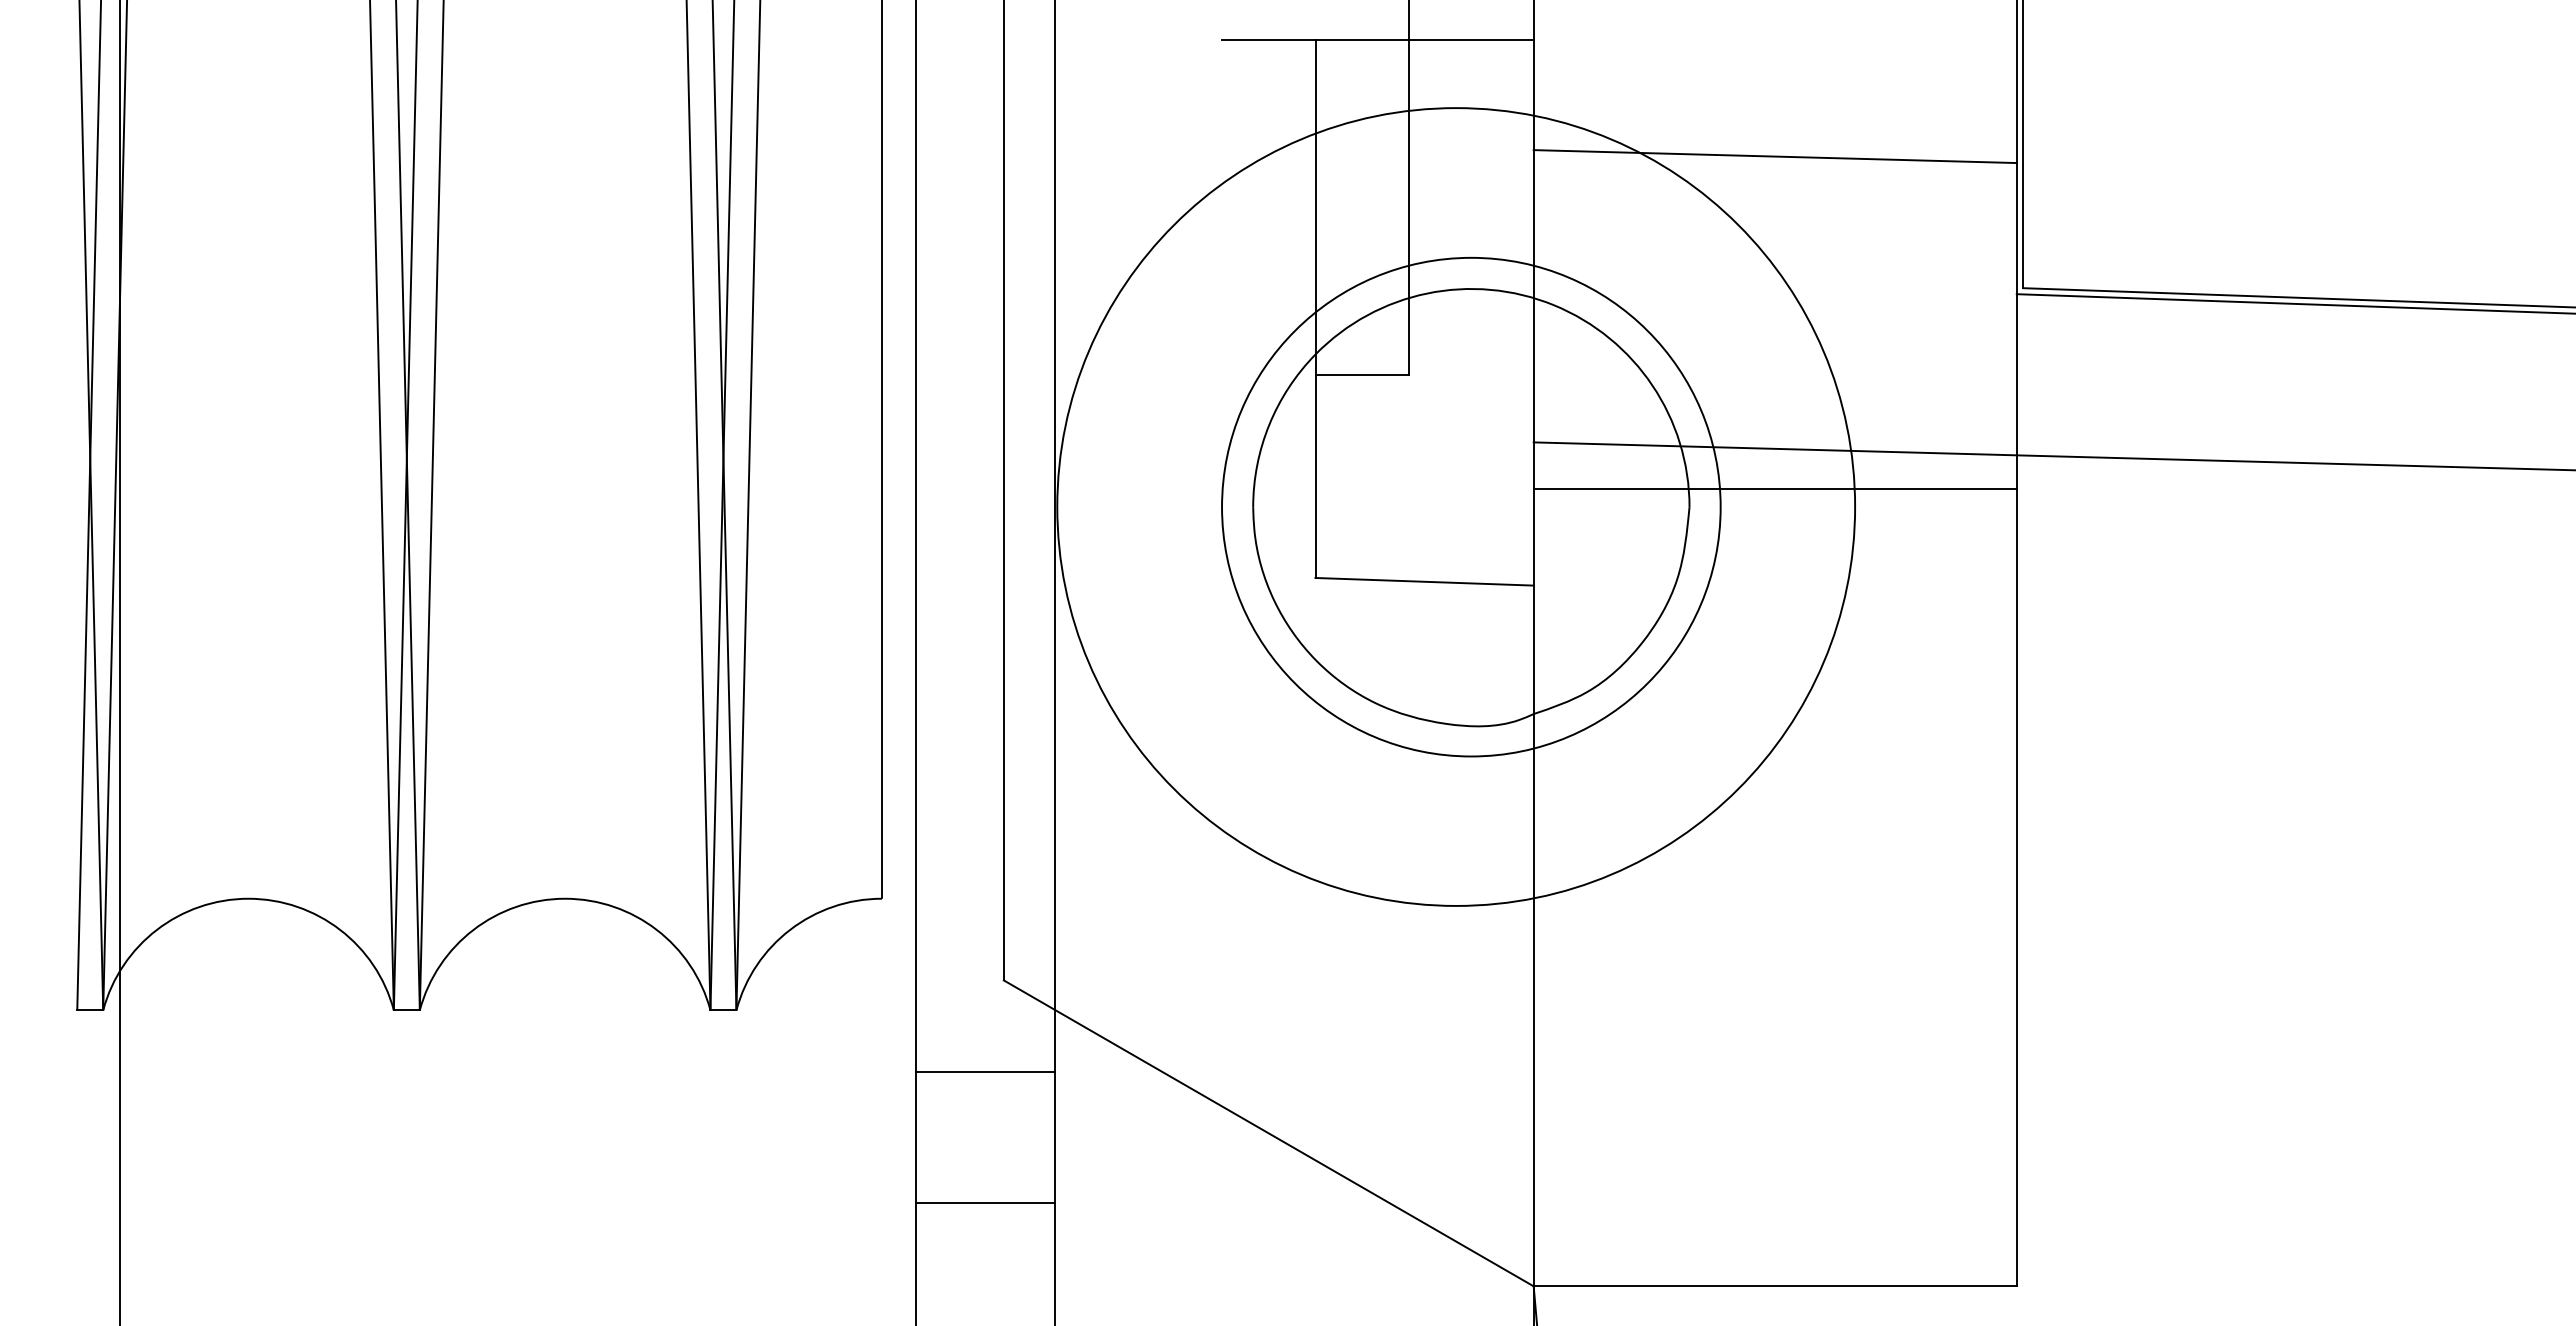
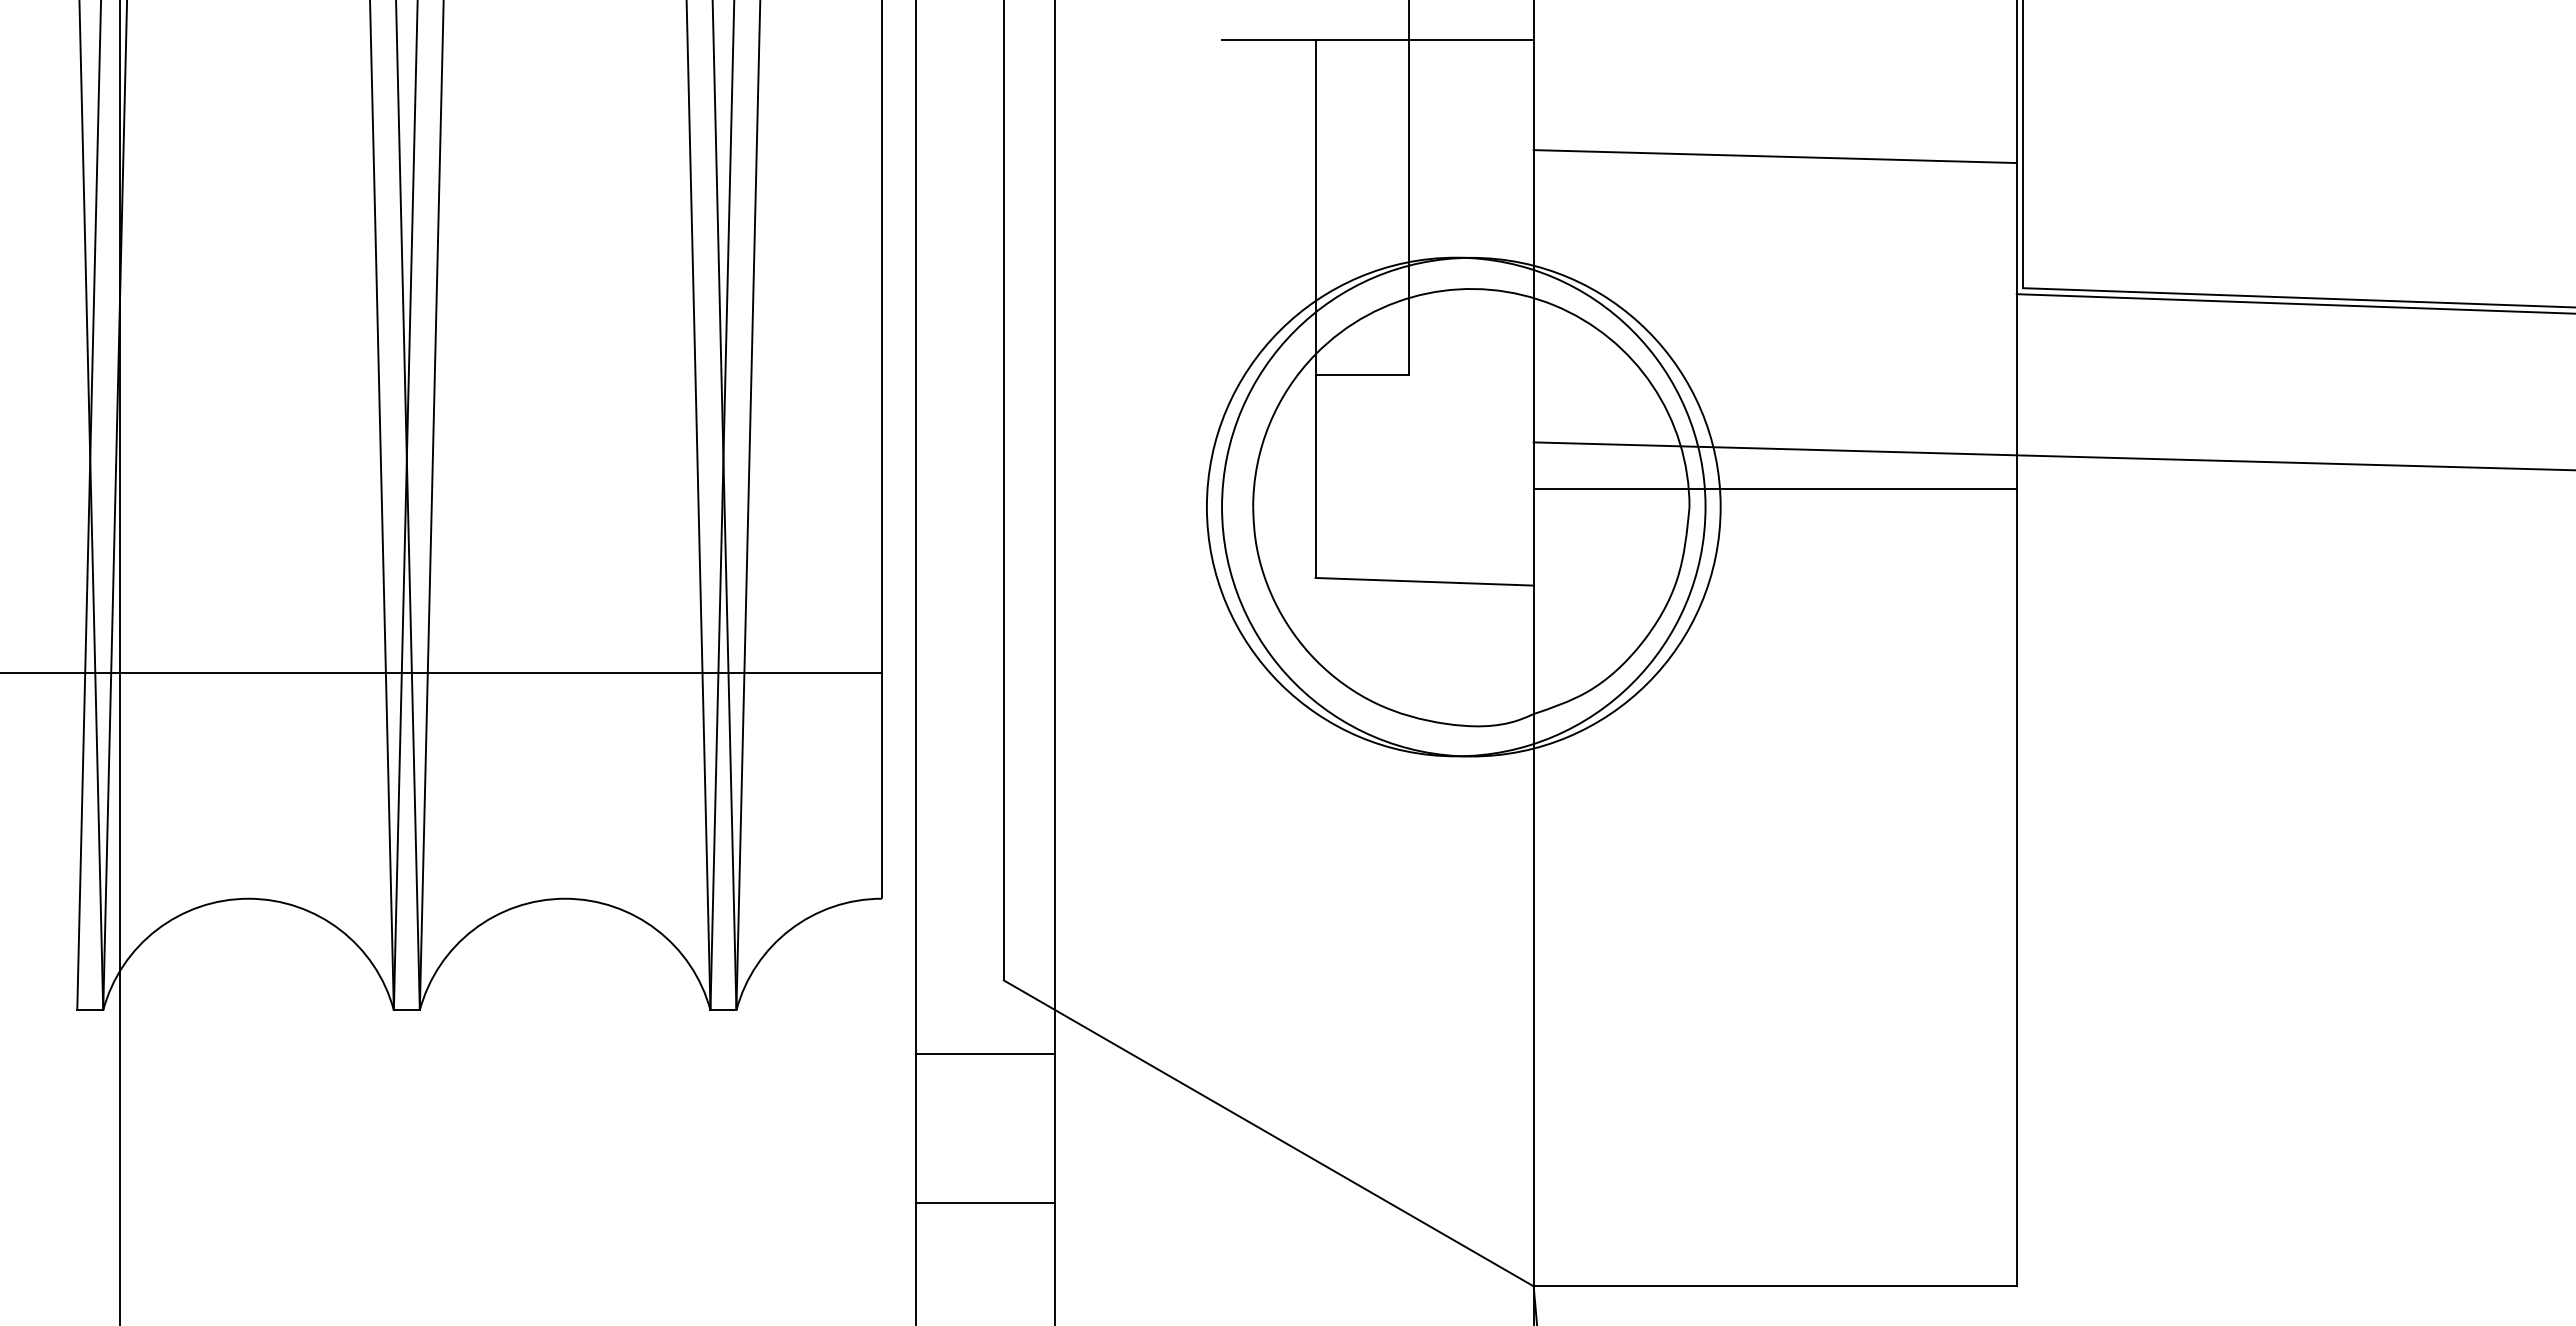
circle at (1456, 506) diameter: 798 px -> 499 px
line at (441, 672): none -> present
line at (985, 1072) position: (985, 1072) -> (985, 1054)
